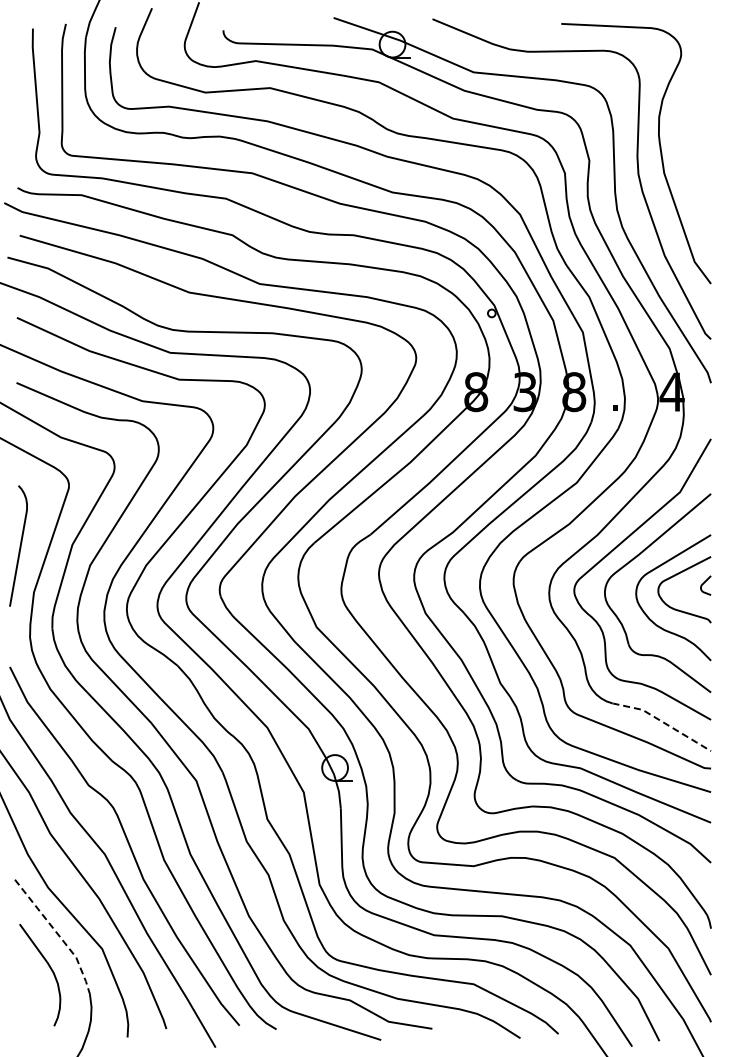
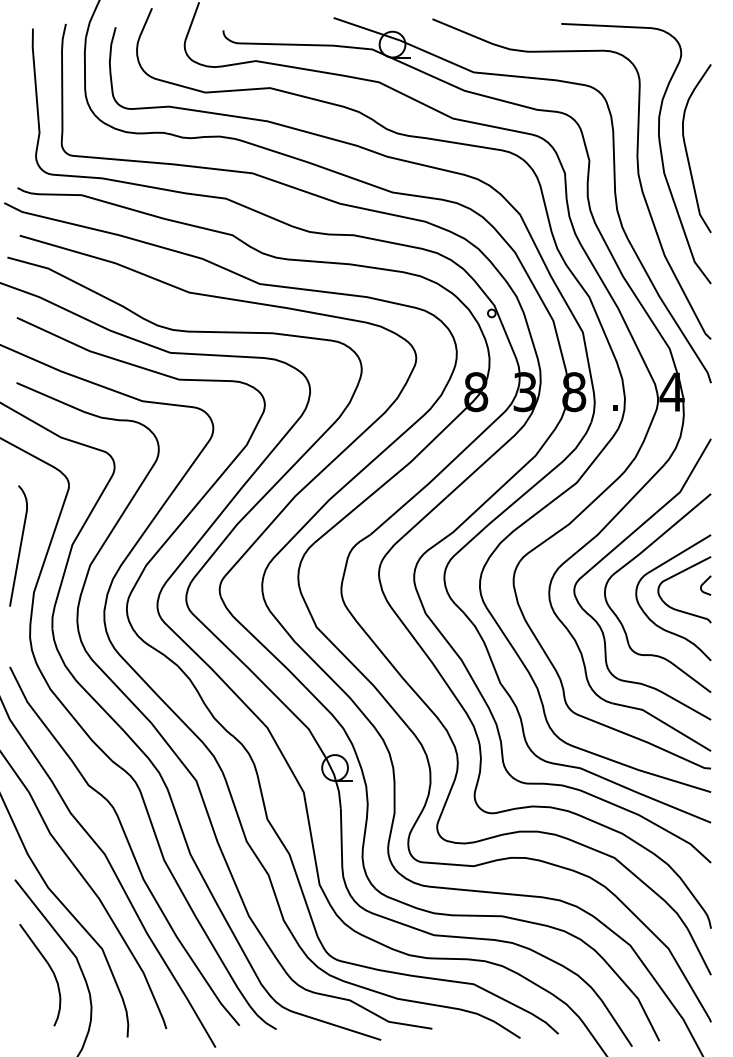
curve at (687, 151): none -> present
line at (663, 722): dashed -> solid
line at (58, 934): dashed -> solid
